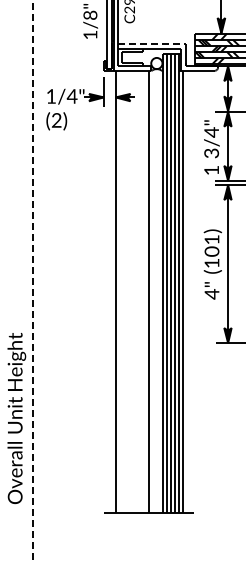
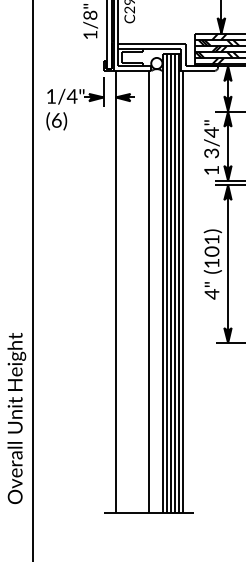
line at (152, 43): dashed -> solid
text at (56, 120): (2) -> (6)
line at (33, 280): dashed -> solid
